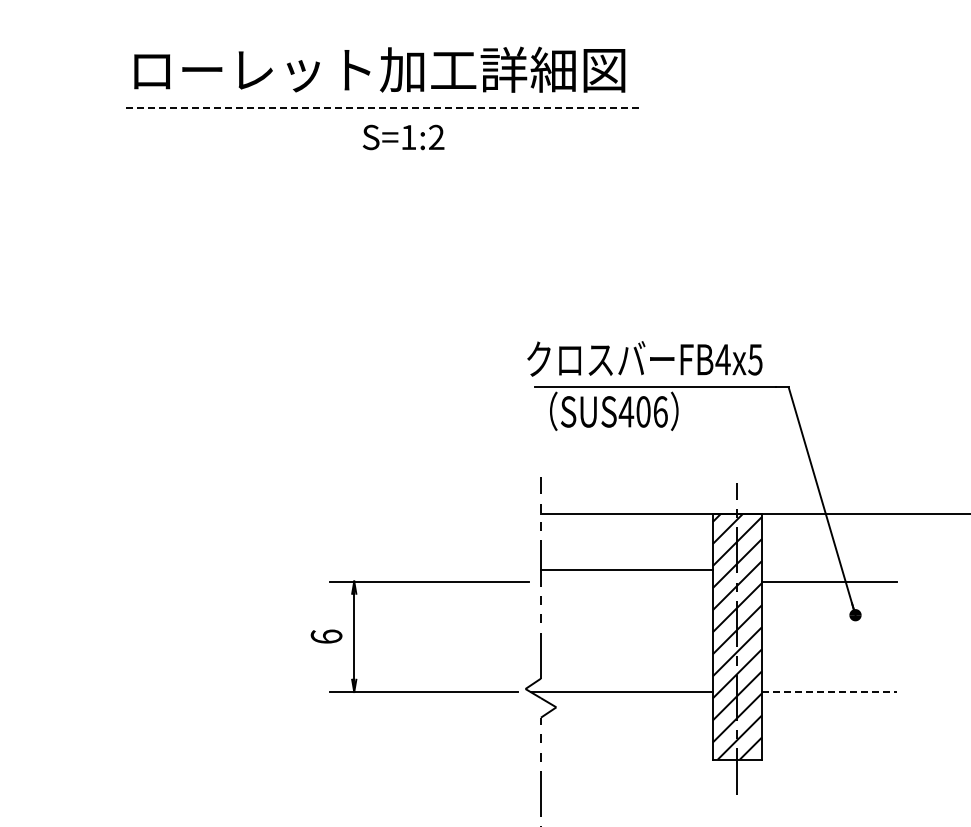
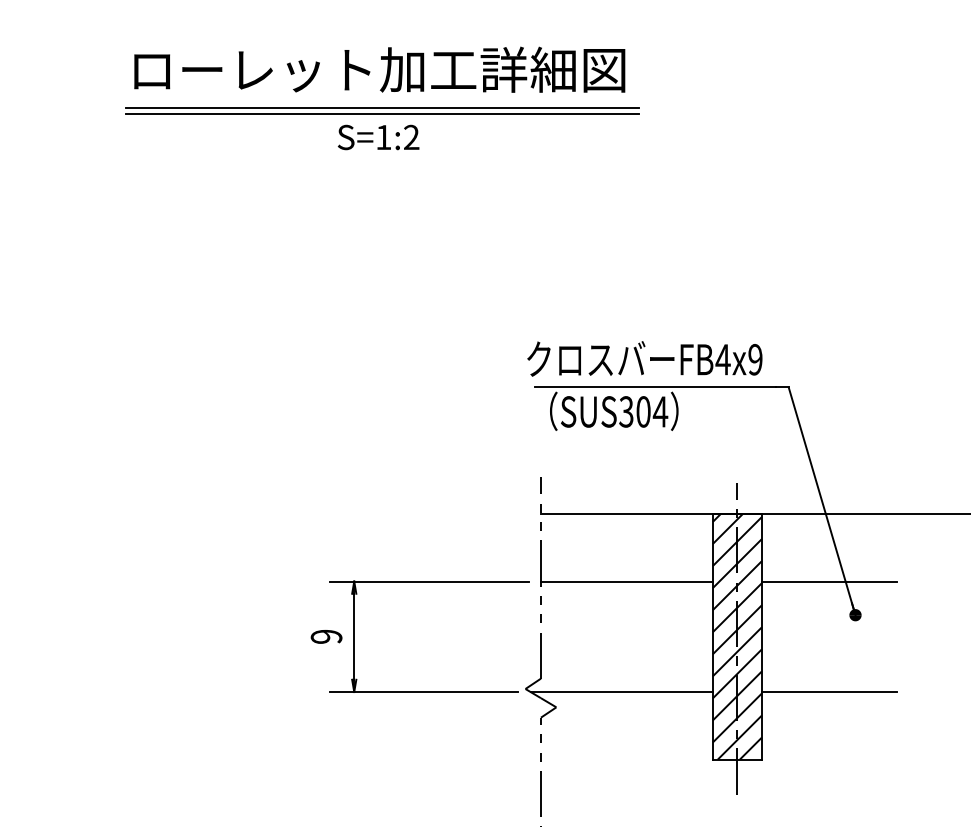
line at (382, 107): dashed -> solid
line at (382, 114): none -> present
text at (403, 137) position: (403, 137) -> (378, 137)
text at (755, 359): FB4x5 -> FB4x9
text at (643, 411): SUS406 -> SUS304
line at (626, 569) position: (626, 569) -> (626, 581)
text at (326, 636): 6 -> 9
line at (829, 692): dashed -> solid
